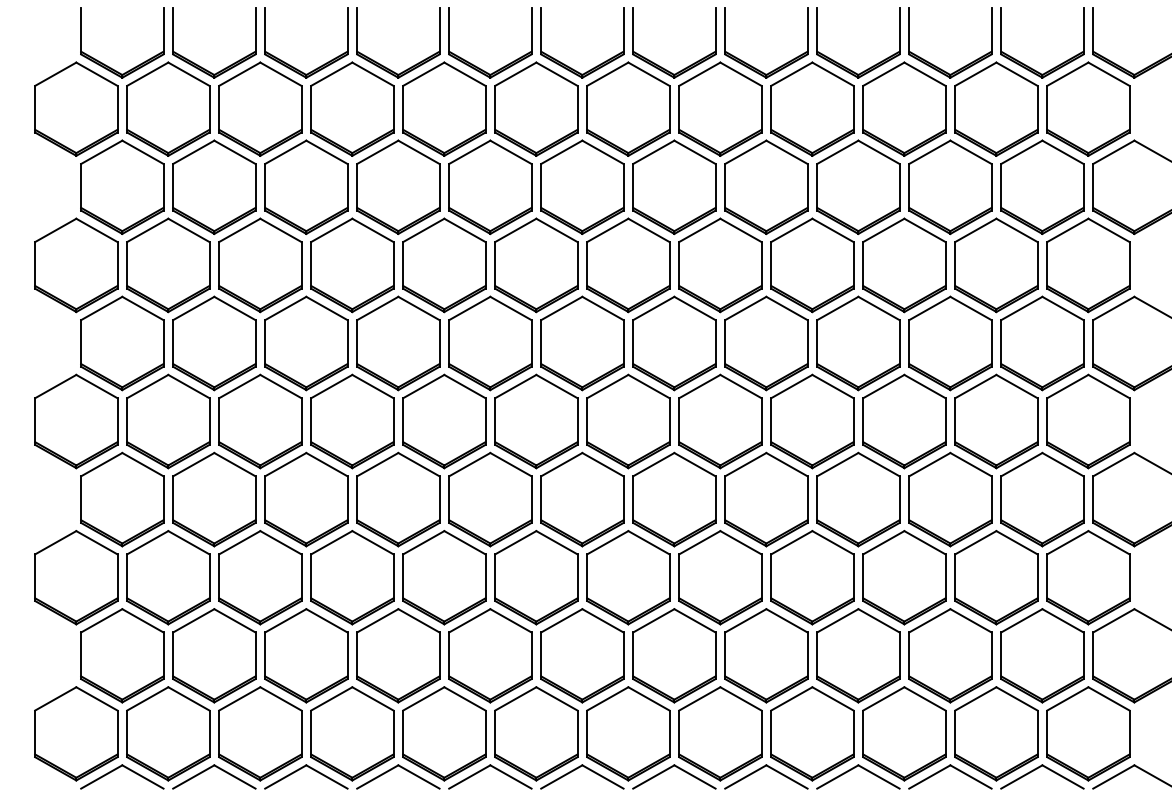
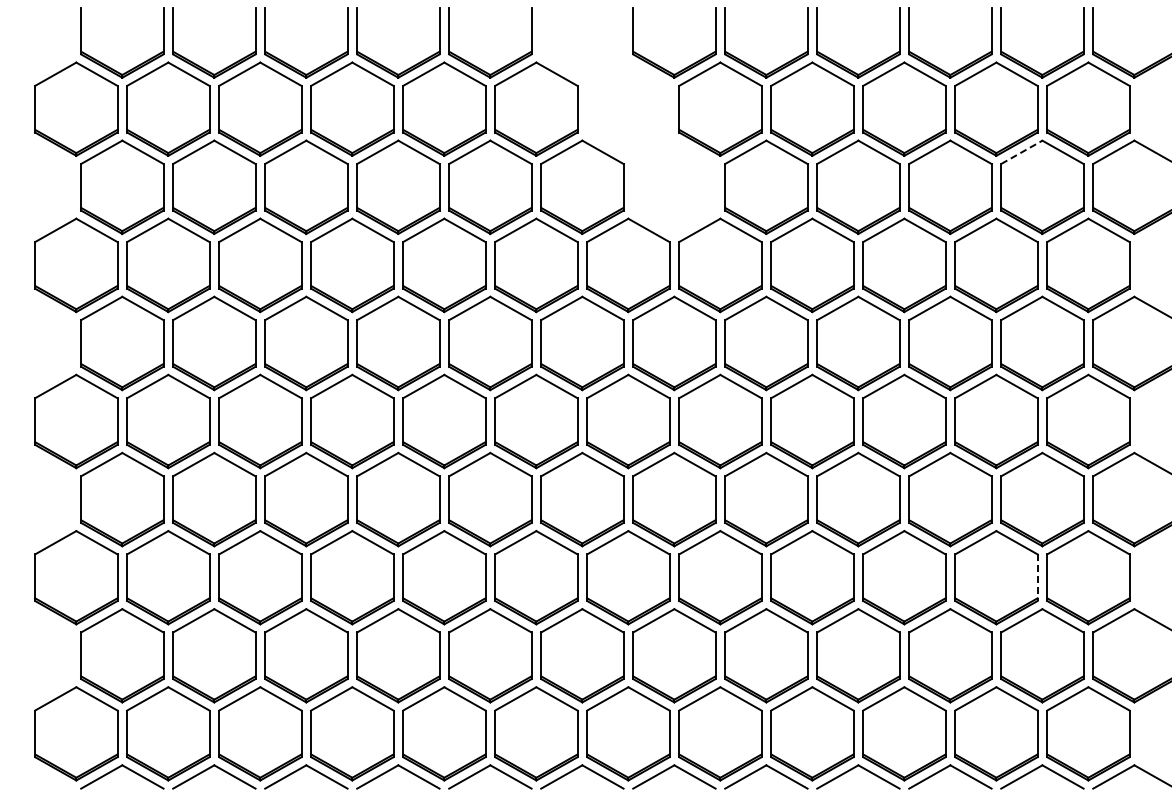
part at (628, 120): present -> none
line at (1021, 152): solid -> dashed
line at (1037, 578): solid -> dashed
